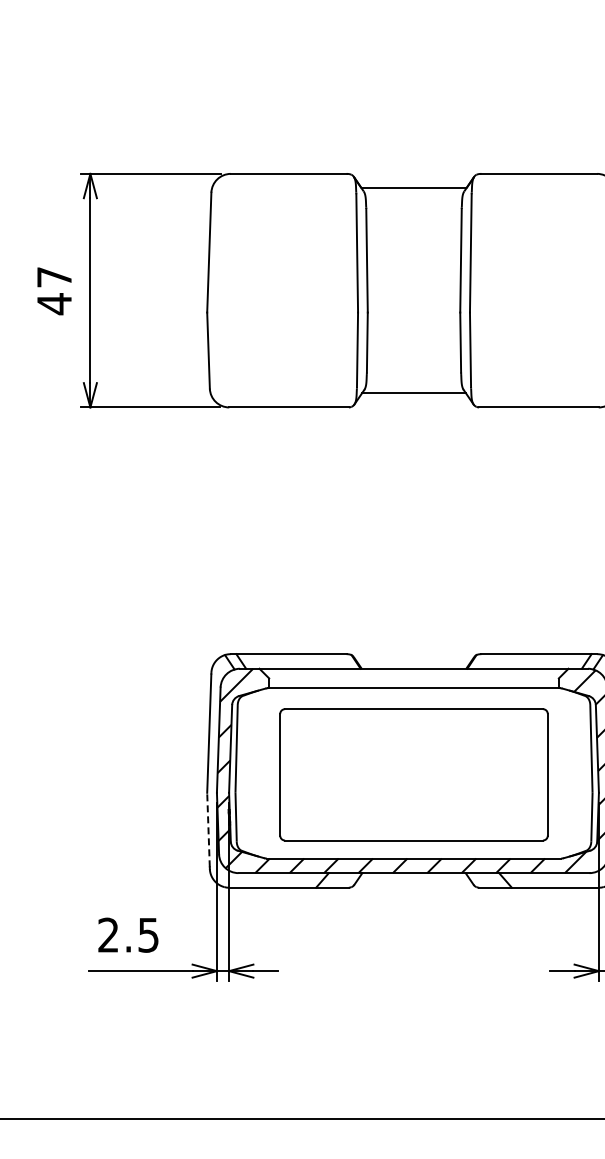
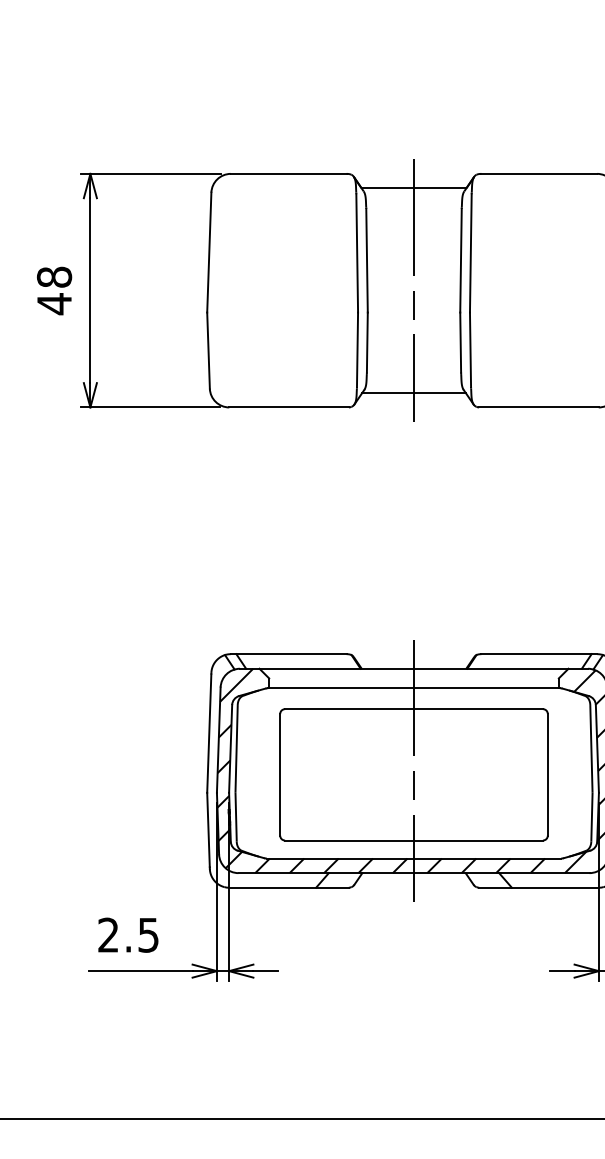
text at (54, 276): 47 -> 48
line at (414, 290): none -> present
line at (414, 770): none -> present
line at (208, 829): dashed -> solid
